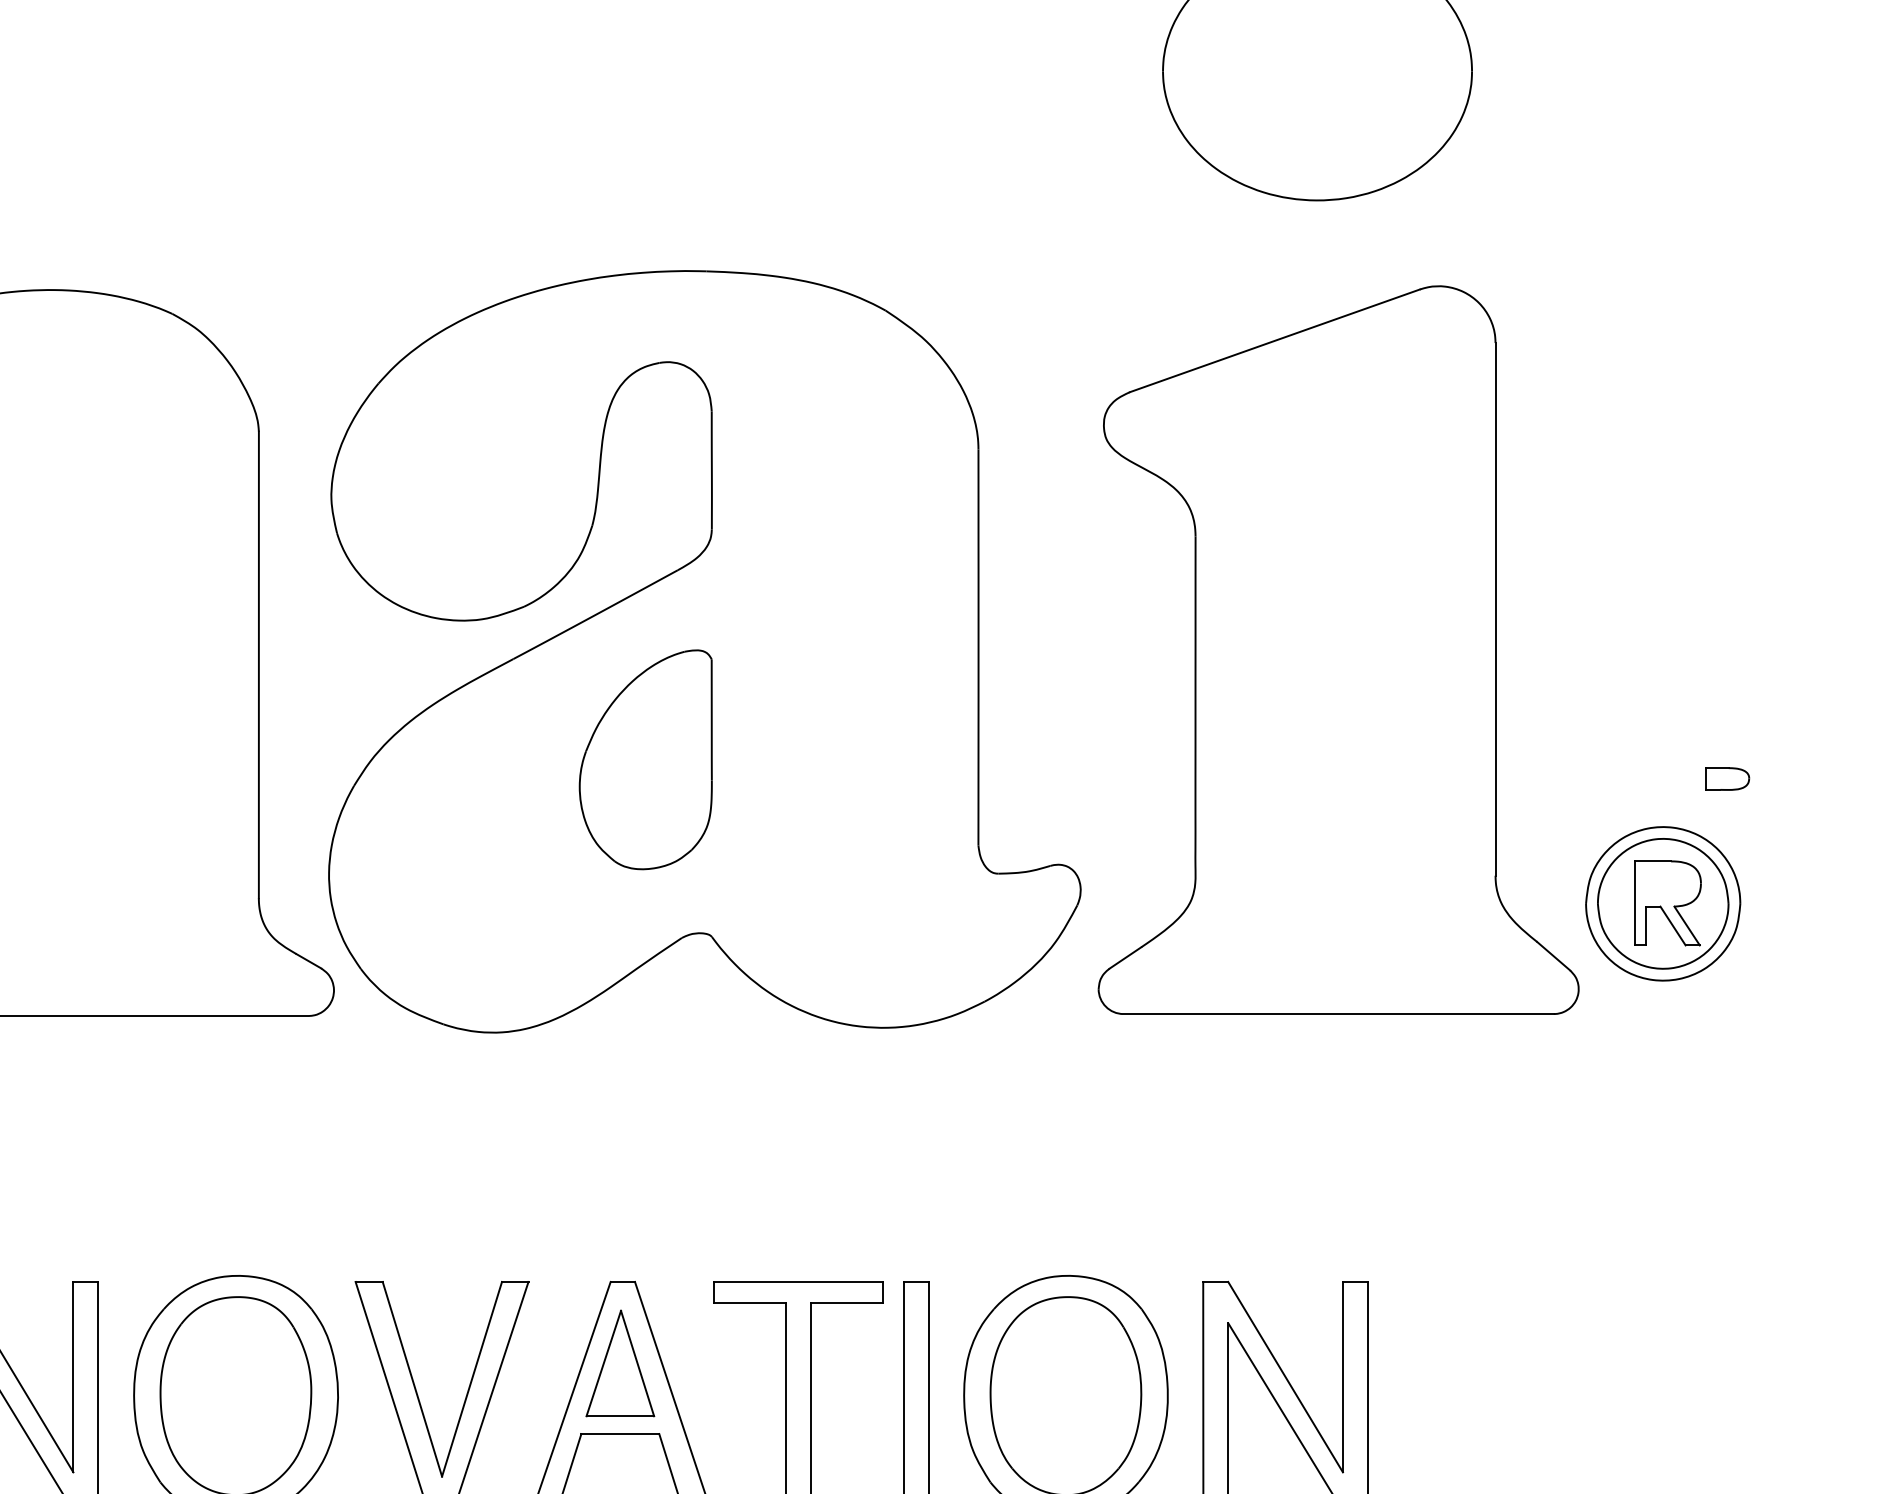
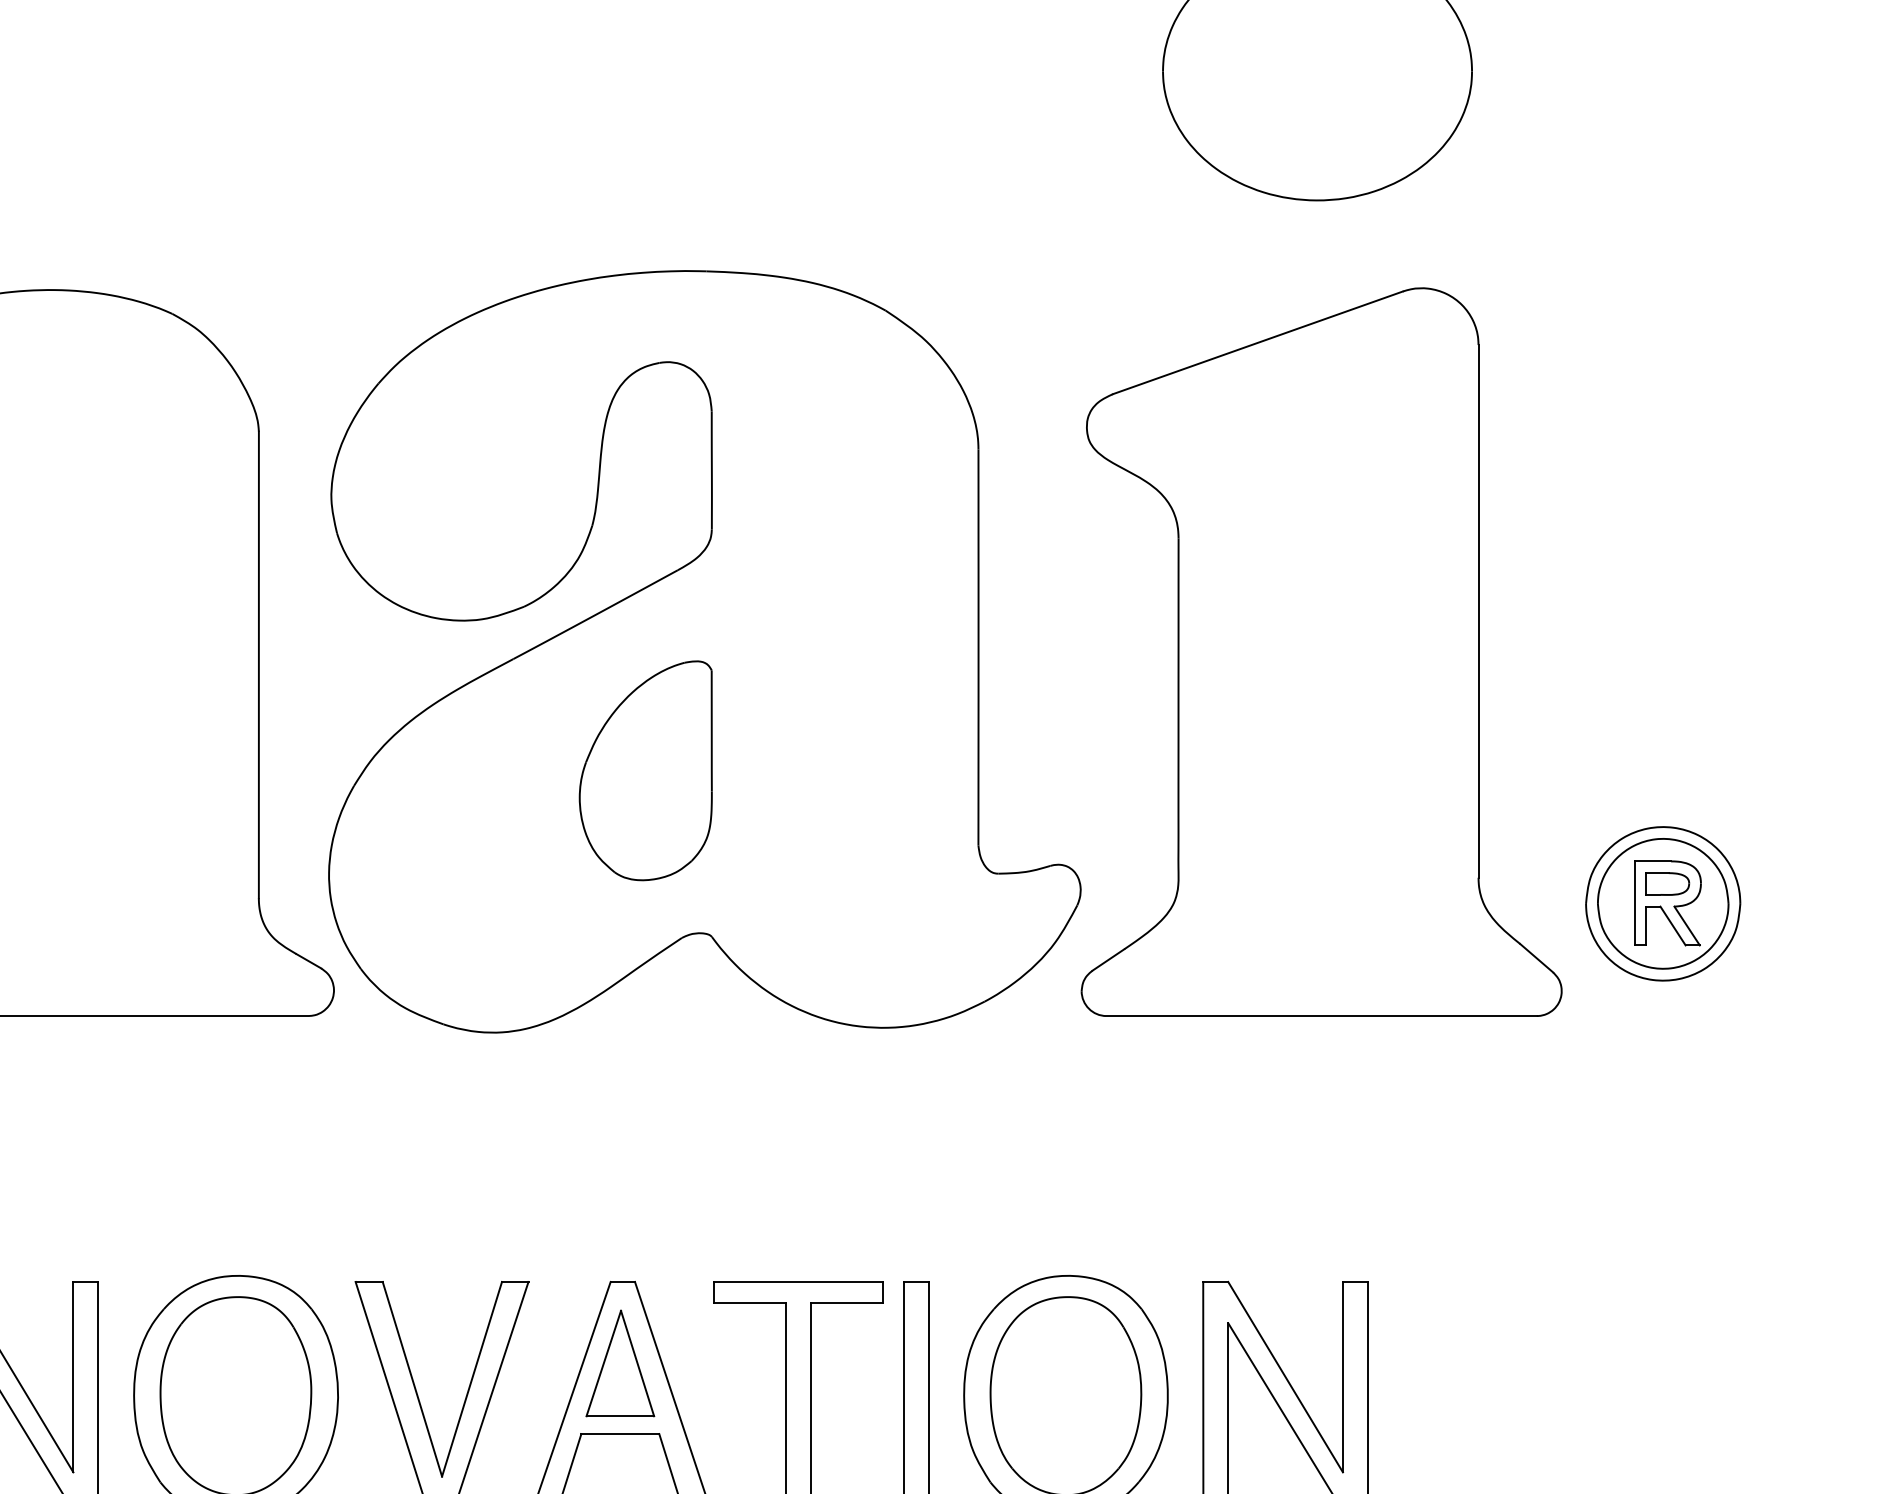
part at (1338, 649) position: (1338, 649) -> (1321, 651)
part at (645, 759) position: (645, 759) -> (645, 770)
part at (1727, 778) position: (1727, 778) -> (1667, 883)
